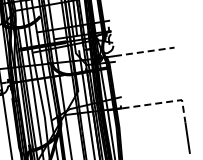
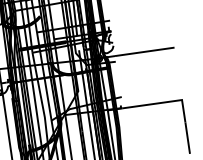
line at (145, 51): dashed -> solid
line at (164, 102): dashed -> solid
